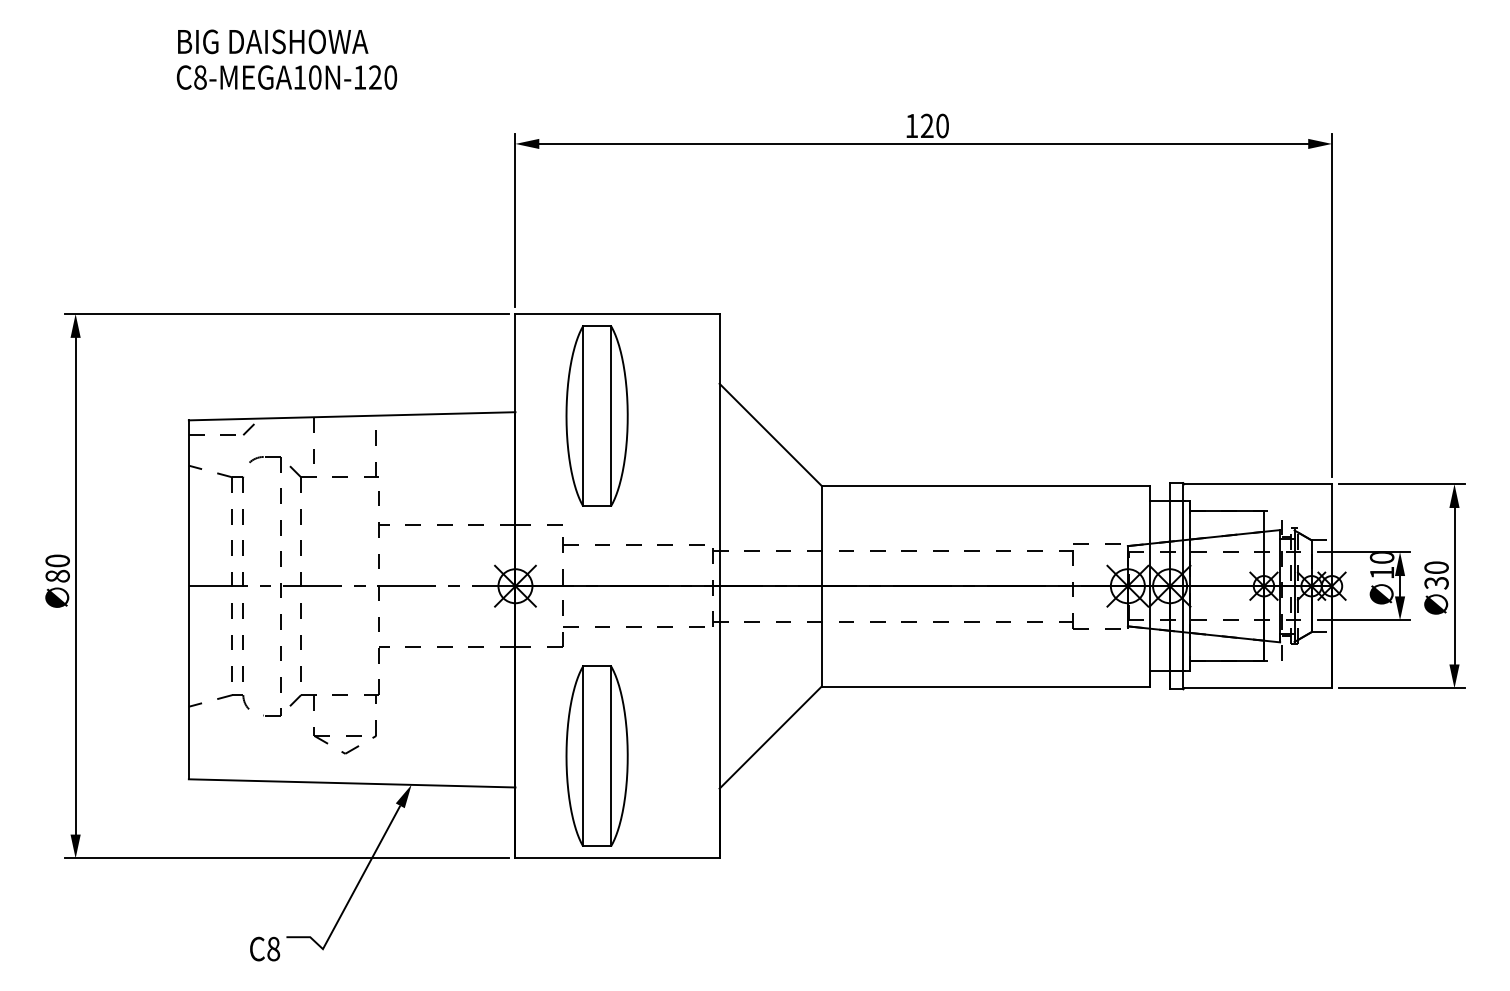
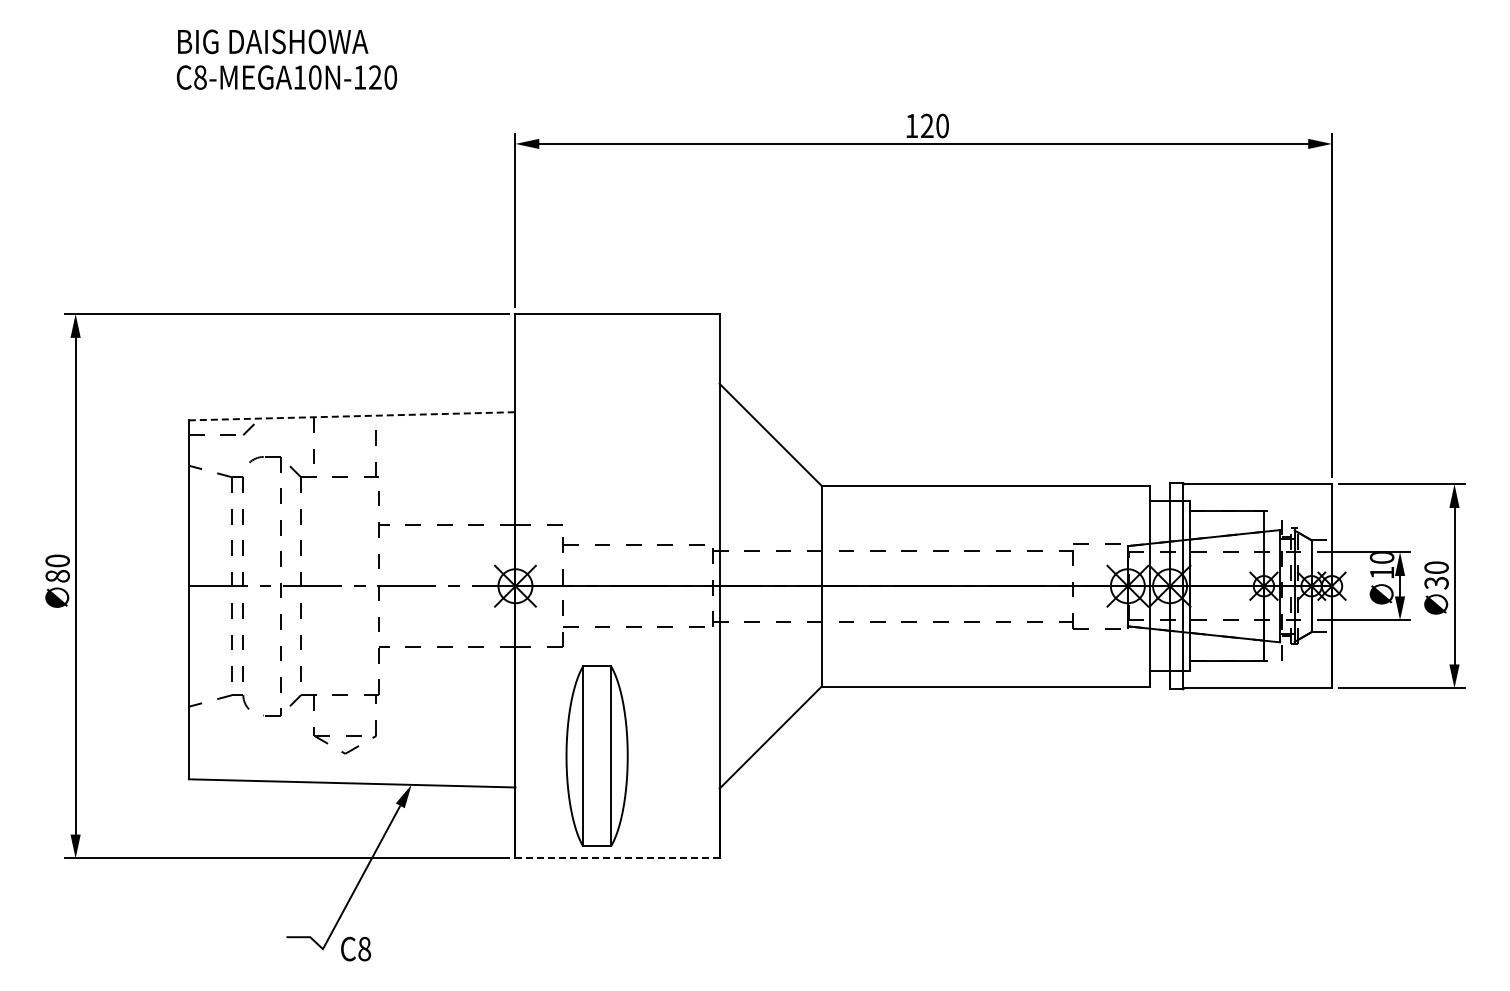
part at (596, 415): present -> none
line at (352, 416): solid -> dashed
line at (618, 858): solid -> dashed
text at (265, 948) position: (265, 948) -> (356, 948)
